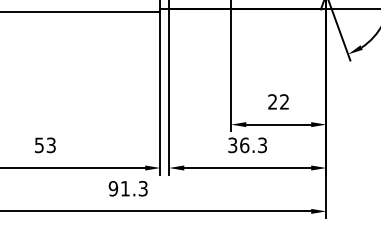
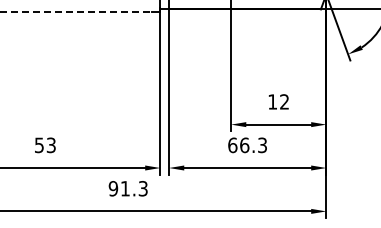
line at (76, 11): solid -> dashed
text at (272, 101): 22 -> 12
text at (232, 145): 36.3 -> 66.3
